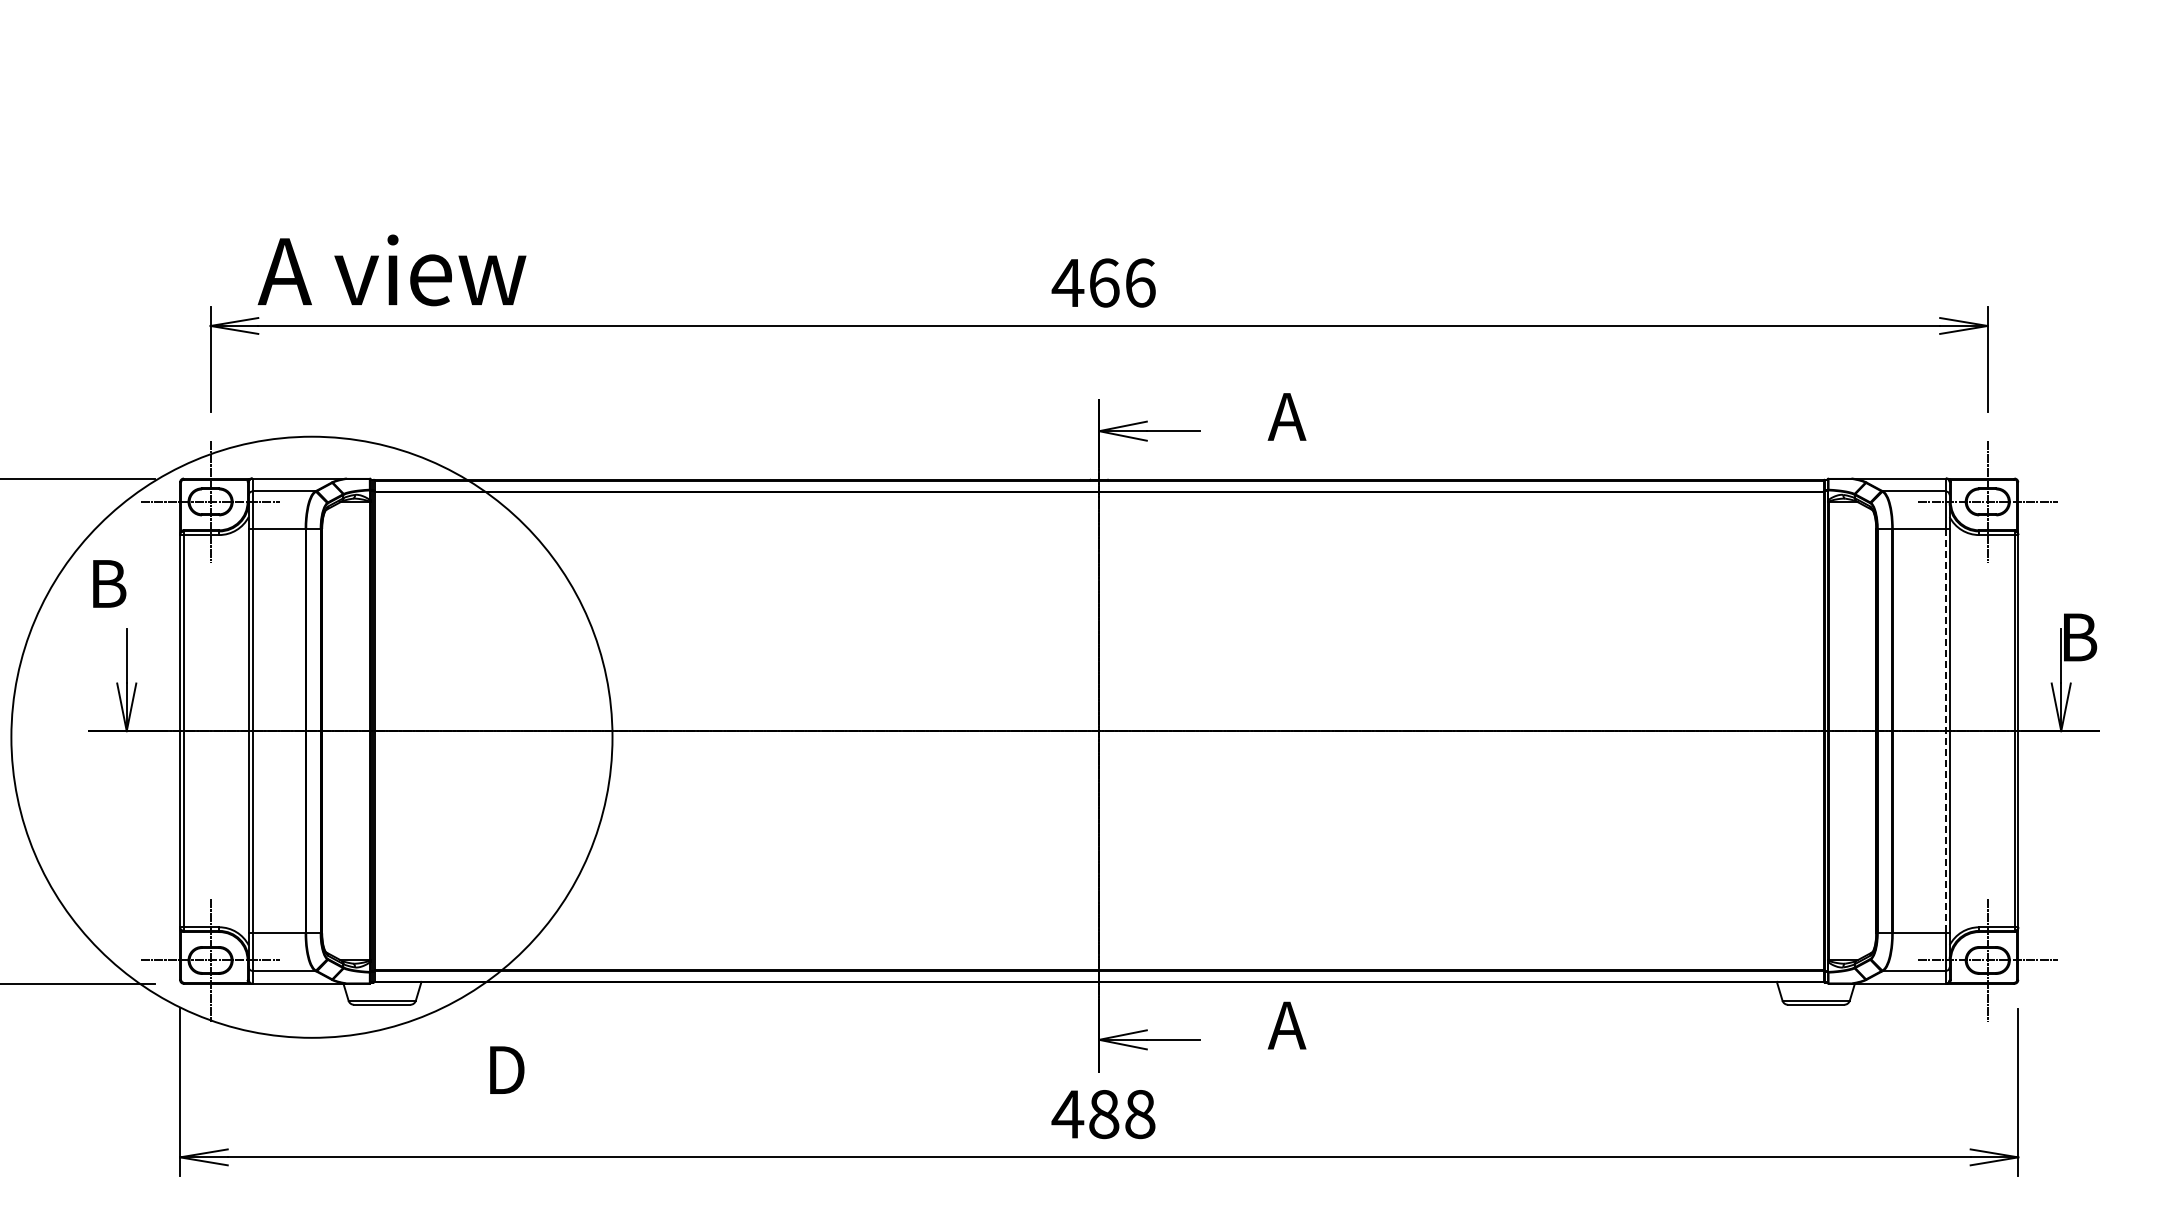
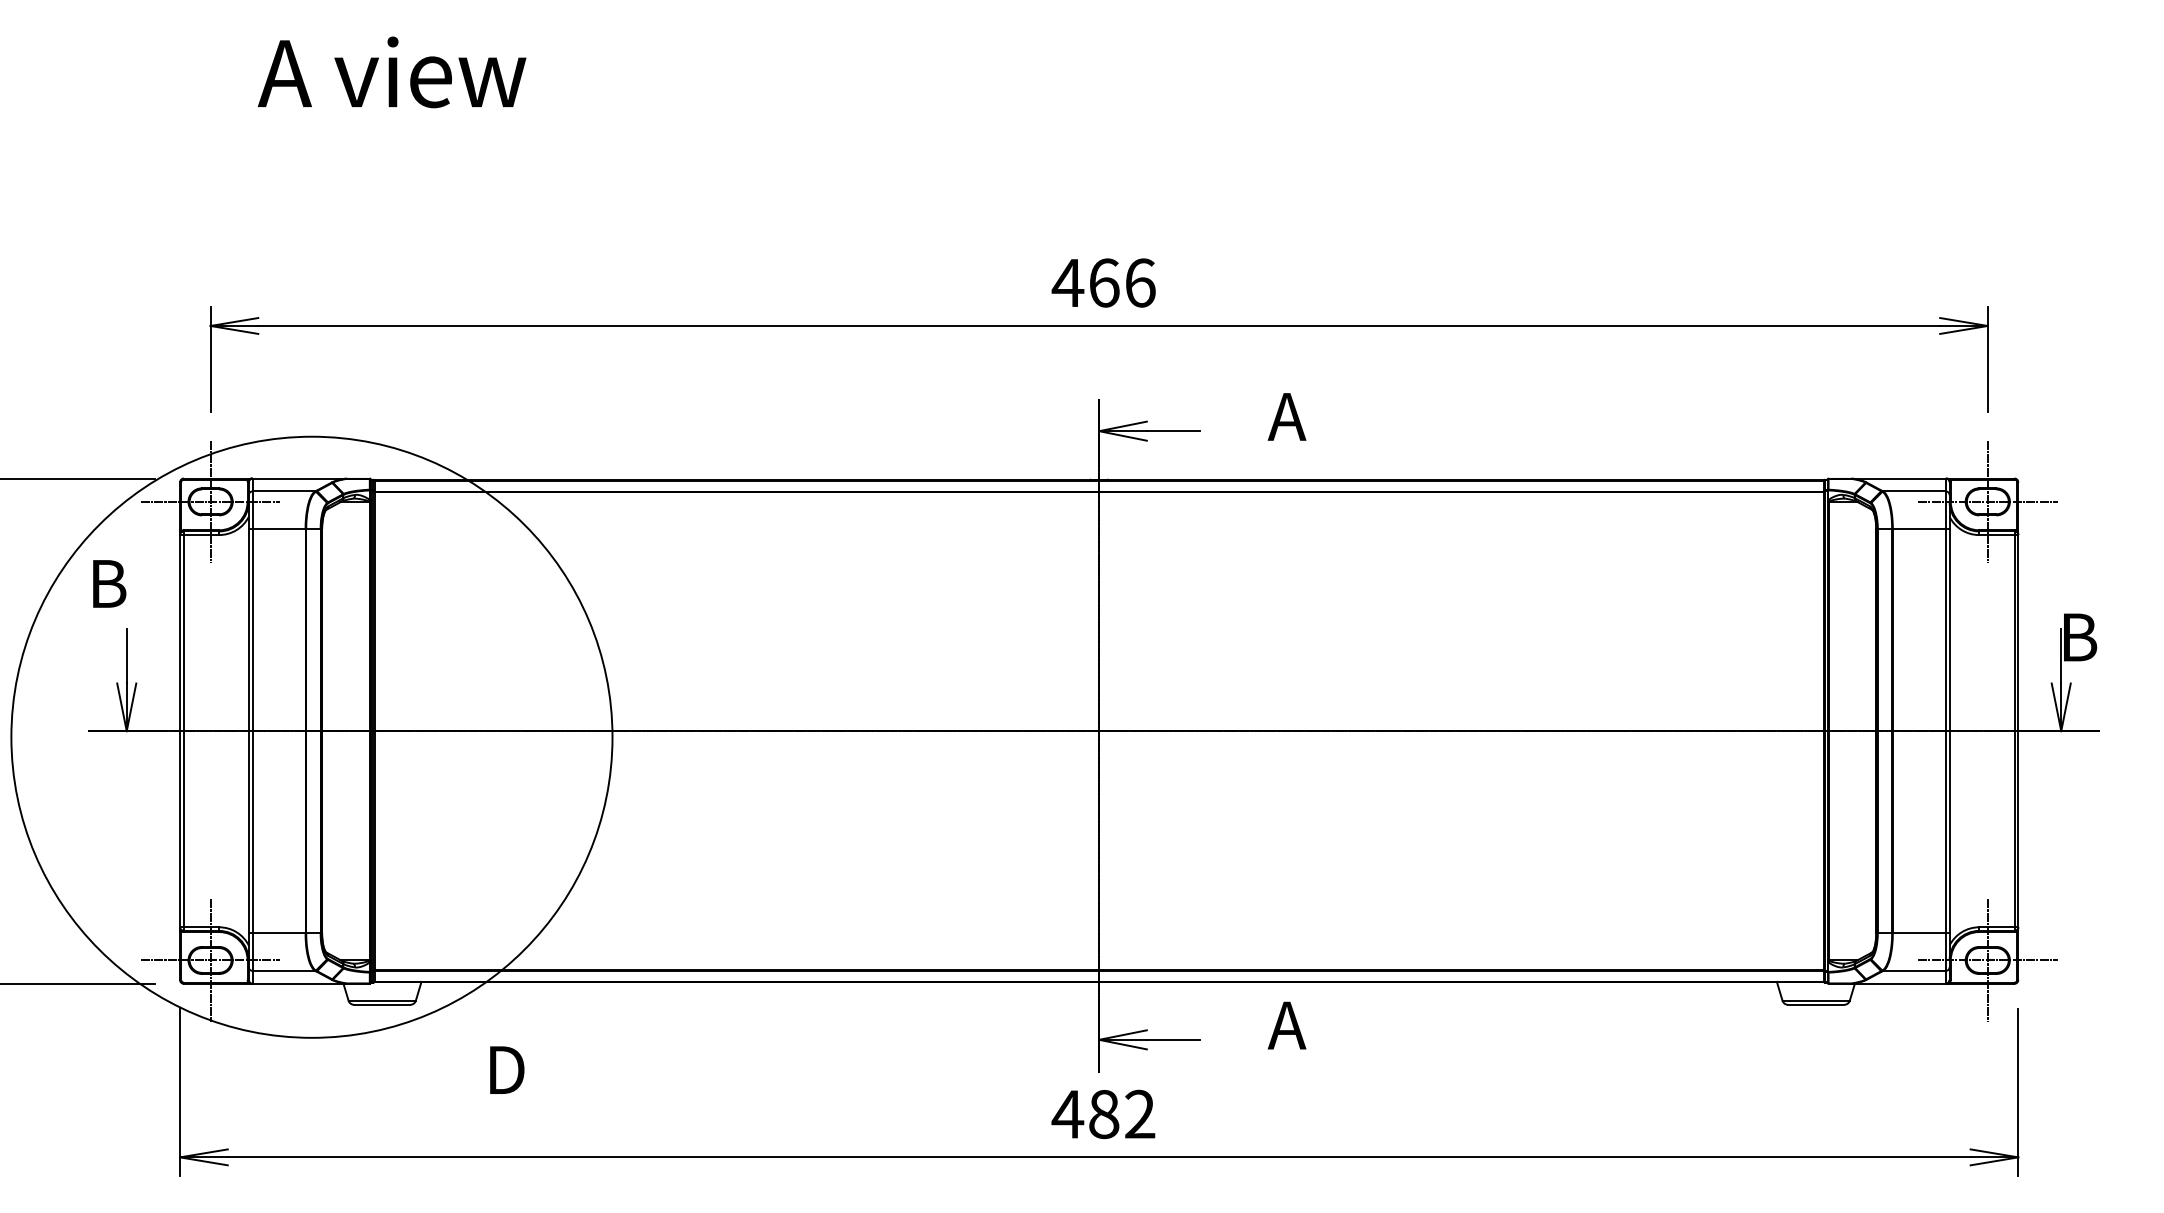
text at (391, 270) position: (391, 270) -> (391, 72)
line at (1945, 731): dashed -> solid
text at (1140, 1114): 488 -> 482
